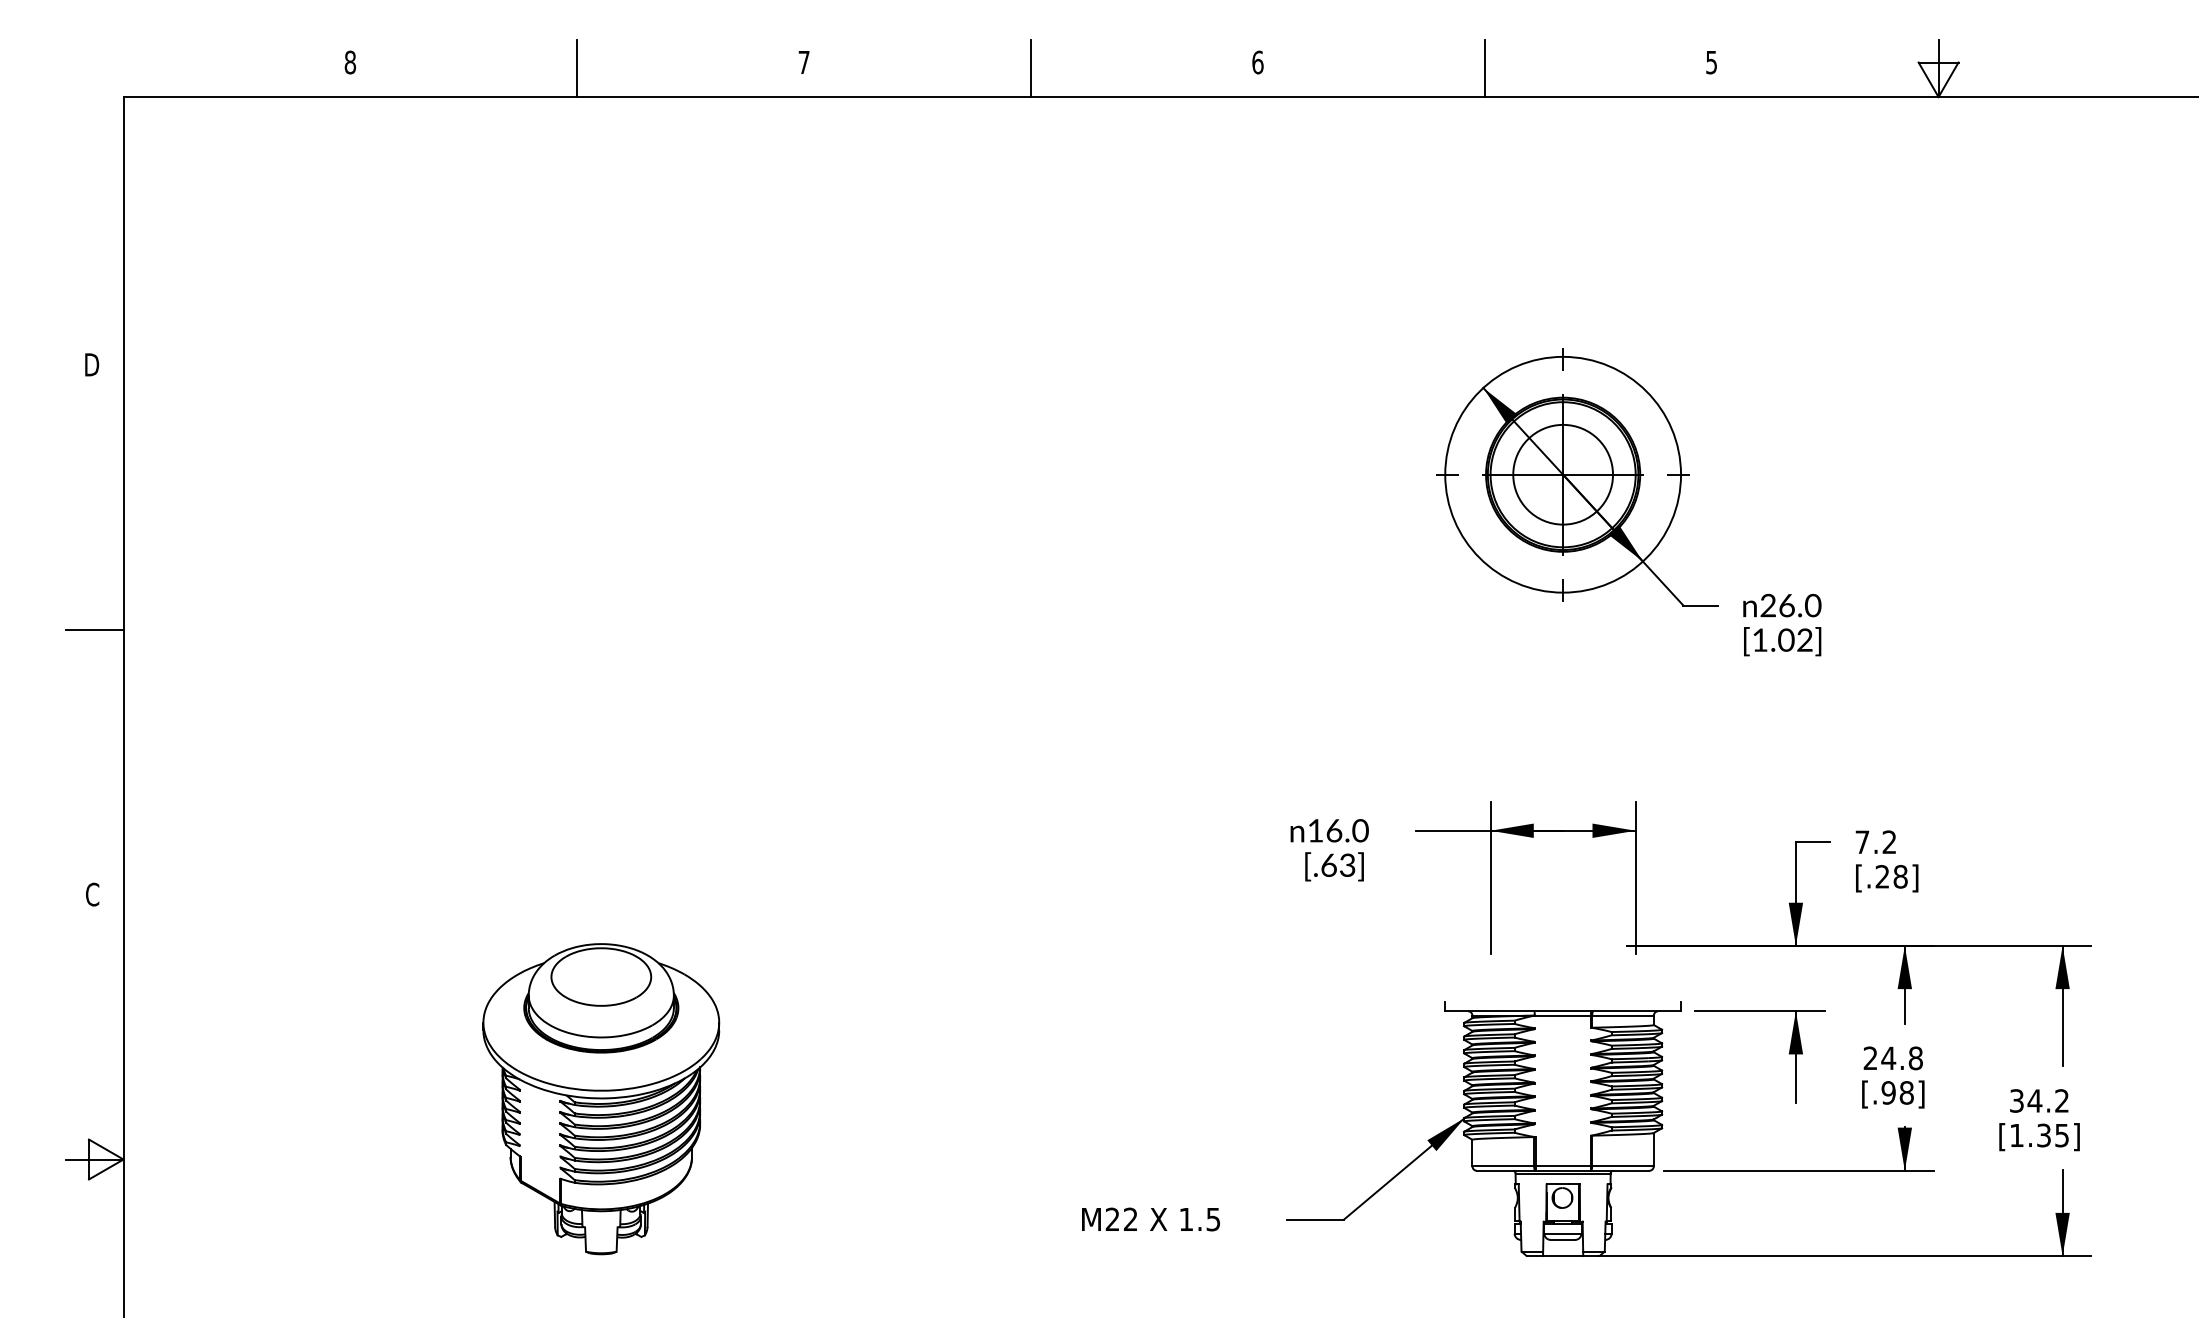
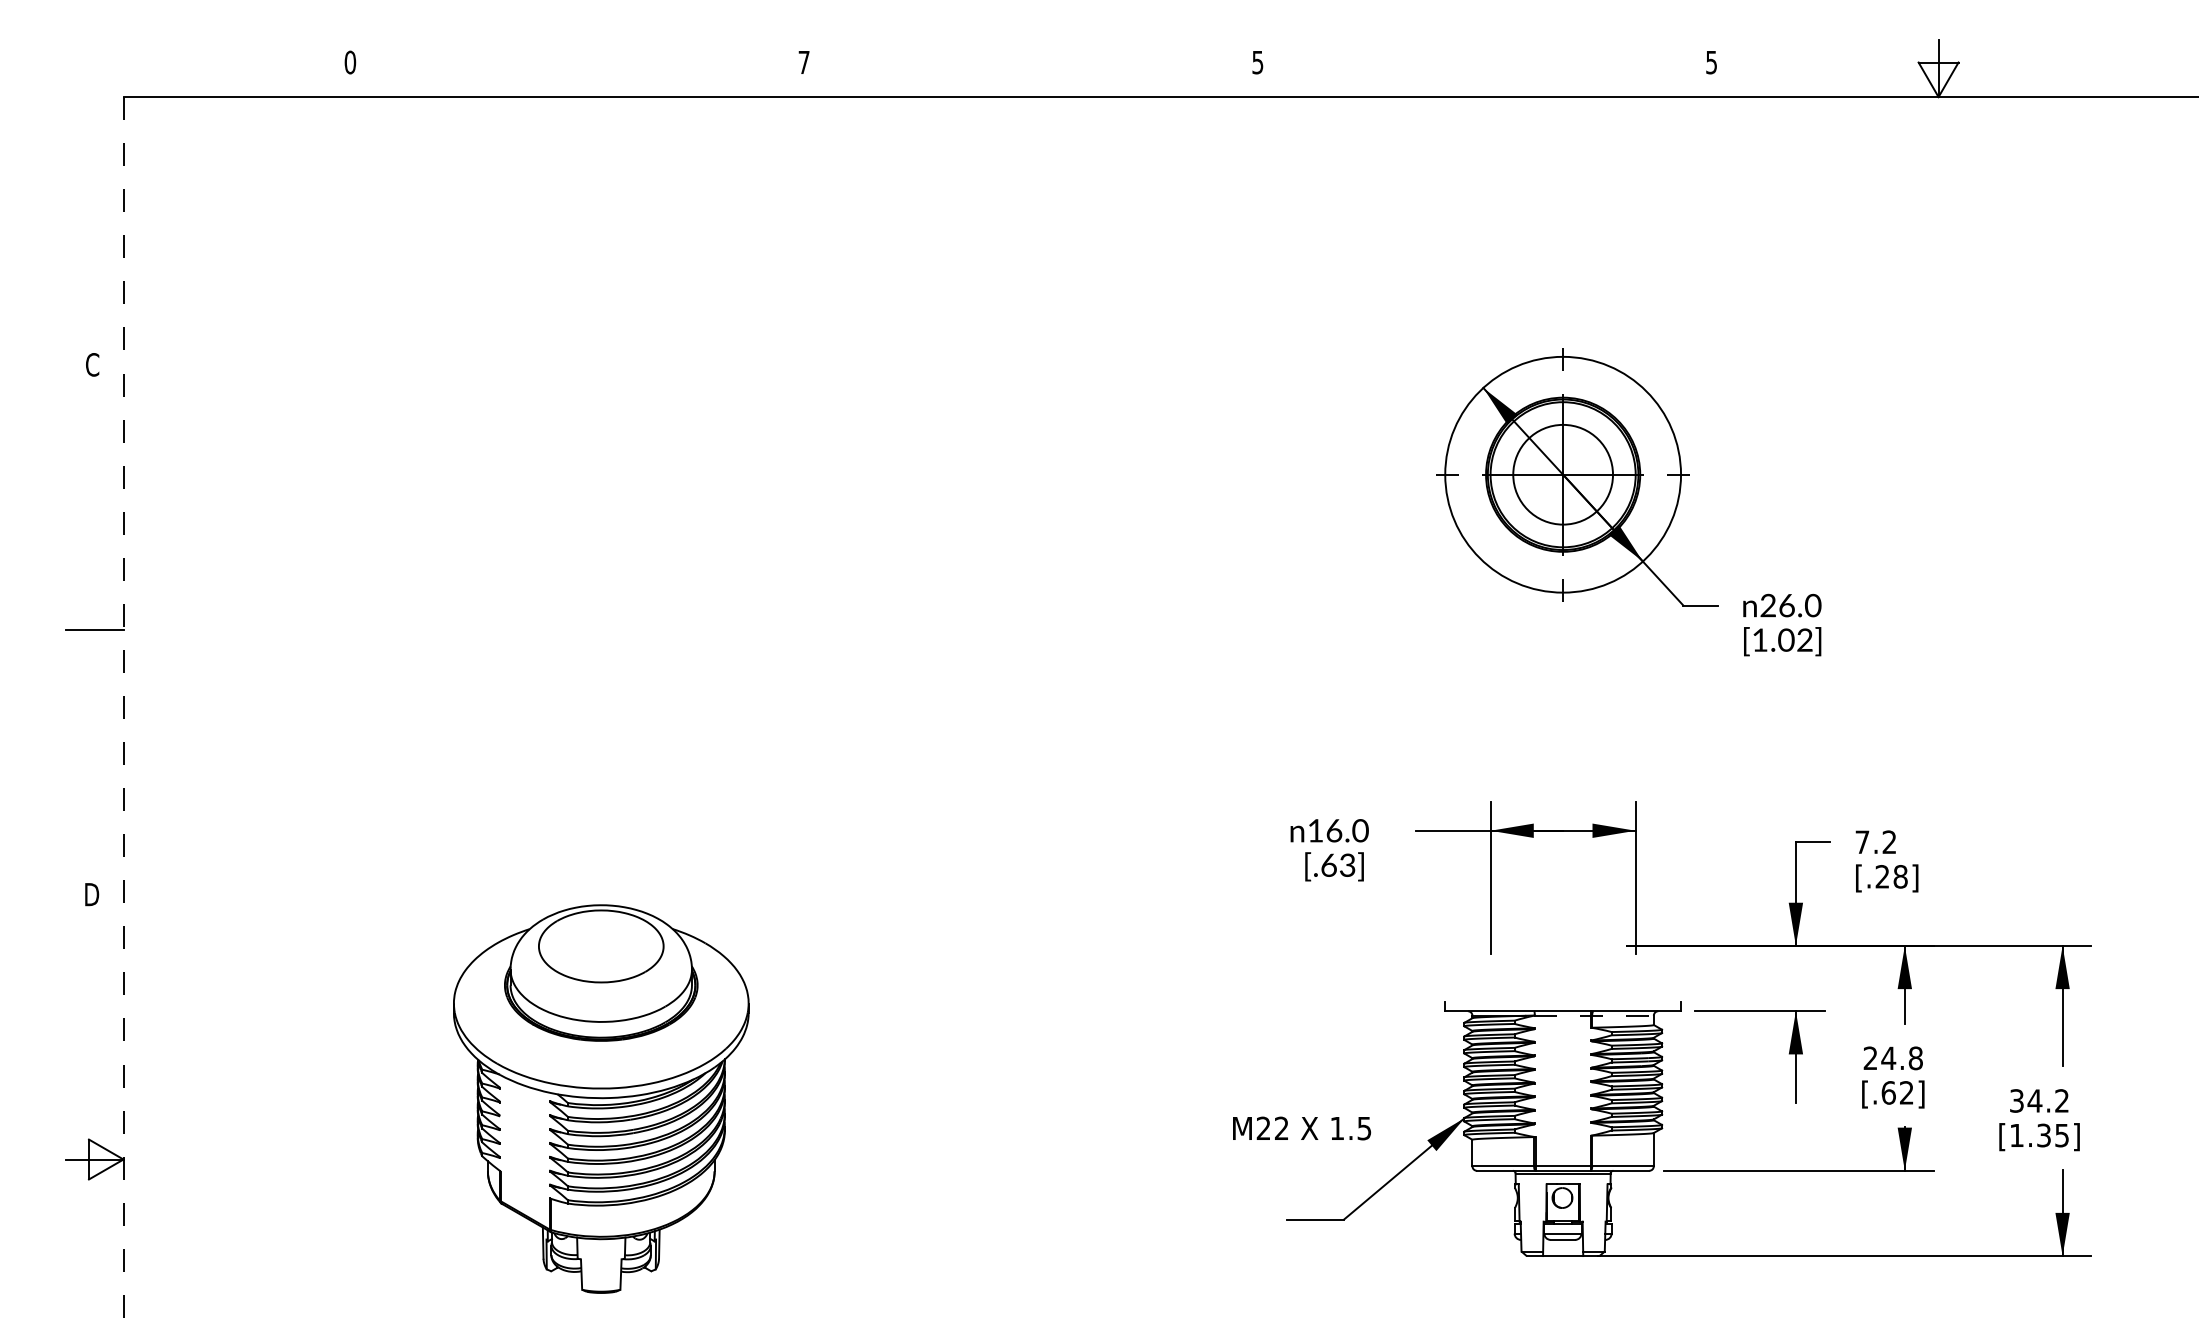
text at (350, 62): 8 -> 0
text at (1257, 62): 6 -> 5
line at (577, 68): present -> none
line at (1031, 68): present -> none
line at (1484, 68): present -> none
text at (92, 364): D -> C
line at (123, 707): solid -> dashed
text at (92, 894): C -> D
line at (1594, 1015): solid -> dashed
text at (1897, 1092): [.98] -> [.62]
part at (601, 1099) size: 239x313 px -> 297x390 px
text at (1151, 1219) position: (1151, 1219) -> (1302, 1128)
